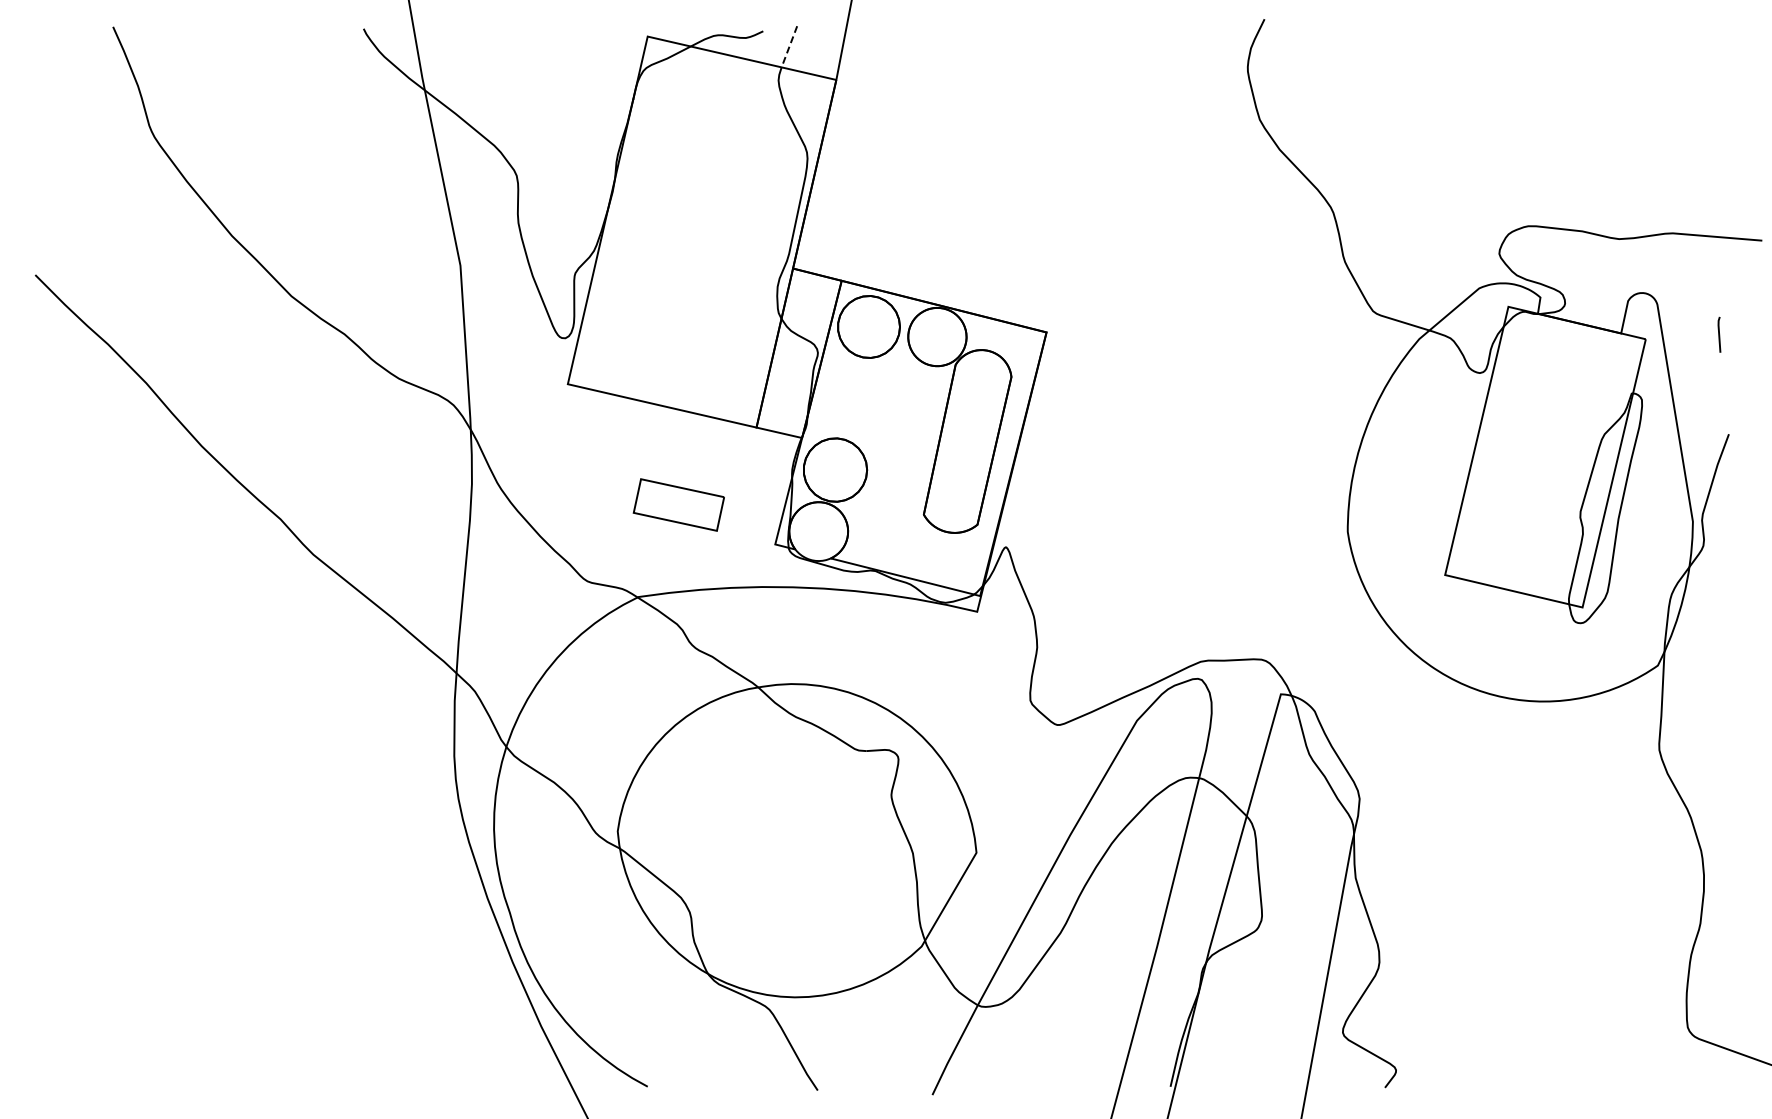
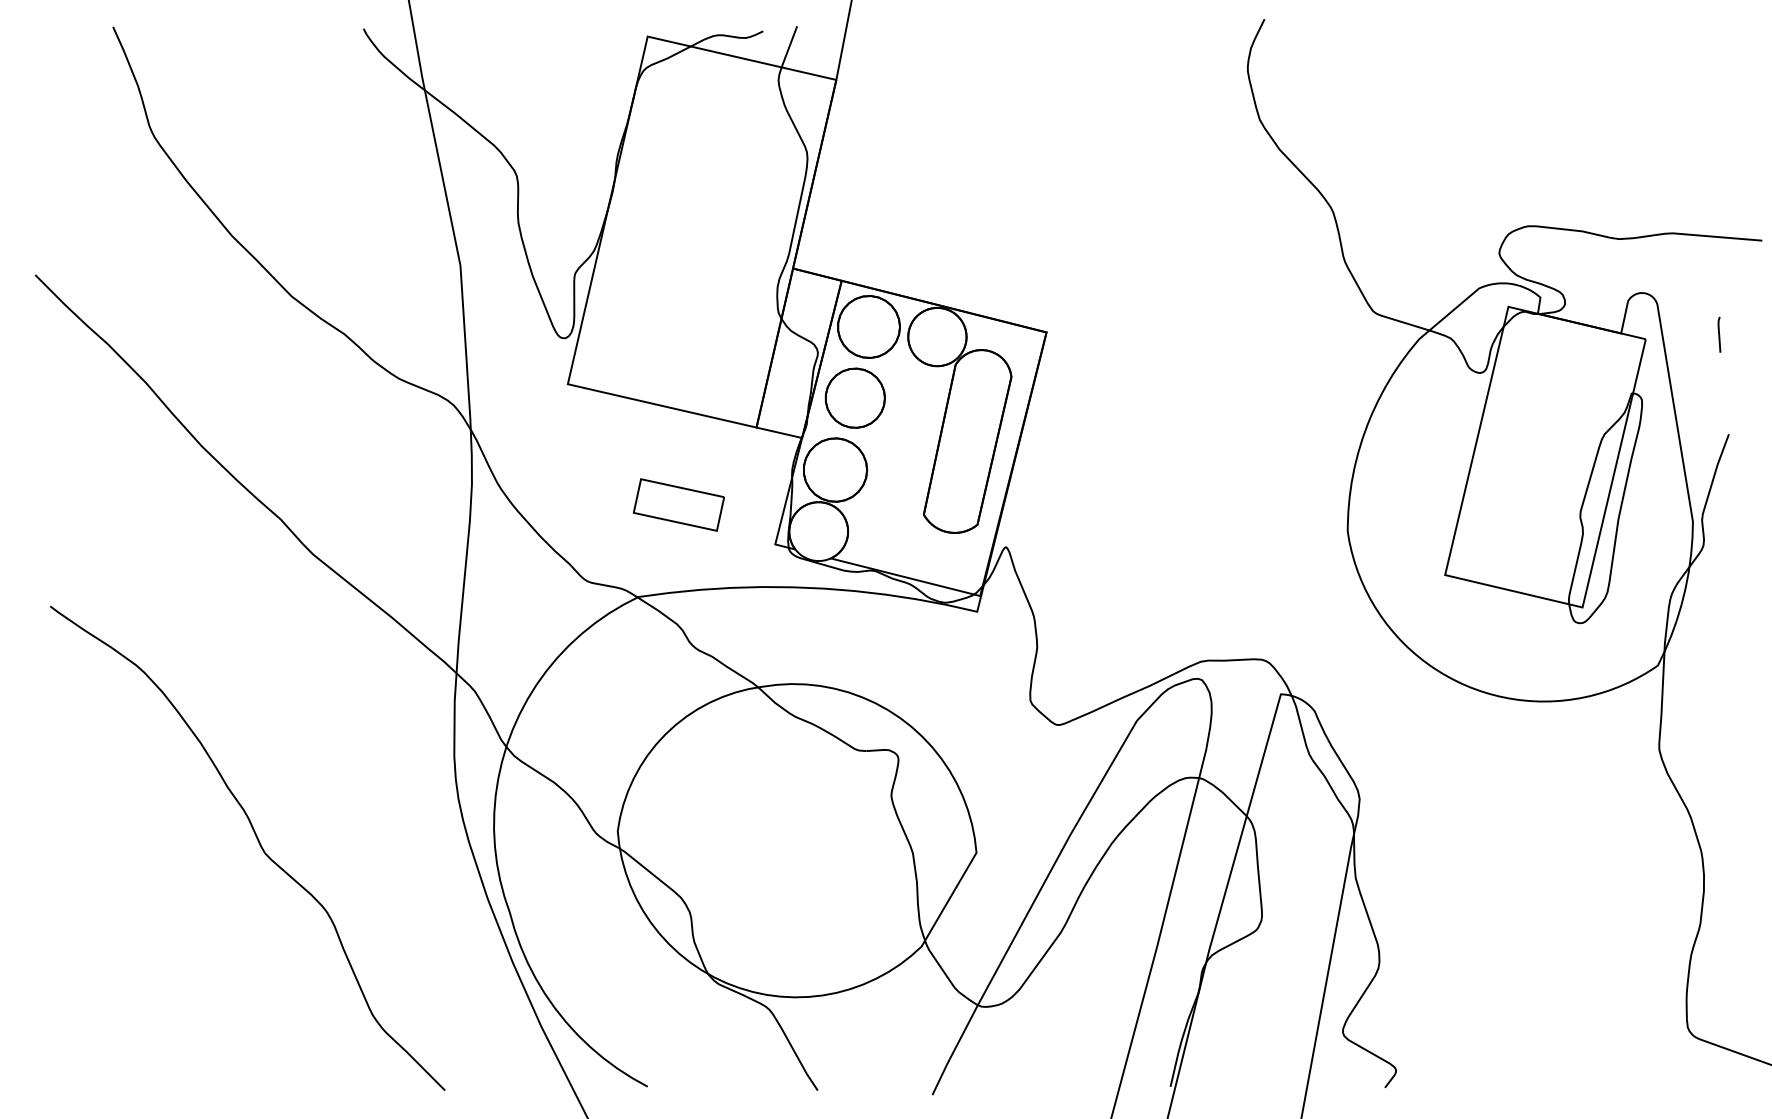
line at (789, 47): dashed -> solid
part at (854, 397): none -> present
curve at (257, 841): none -> present
